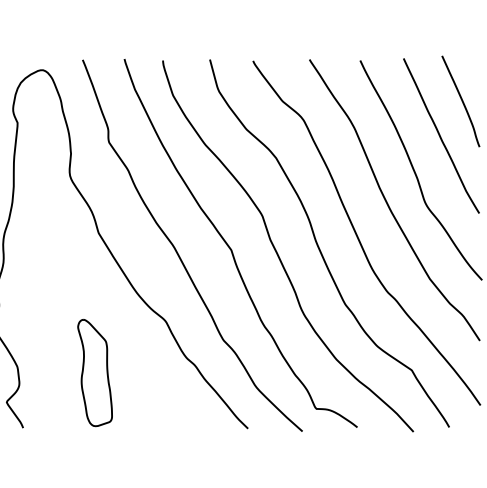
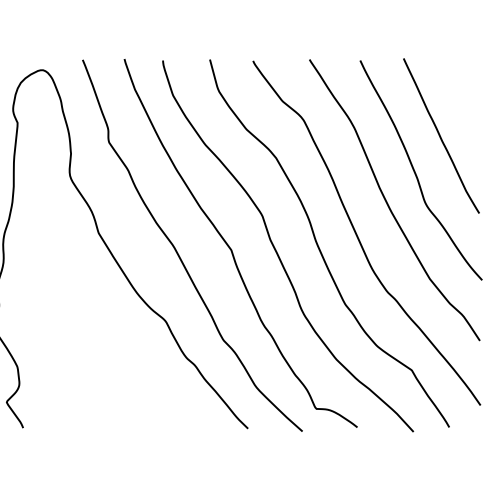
curve at (461, 101): present -> none
part at (94, 373): present -> none
